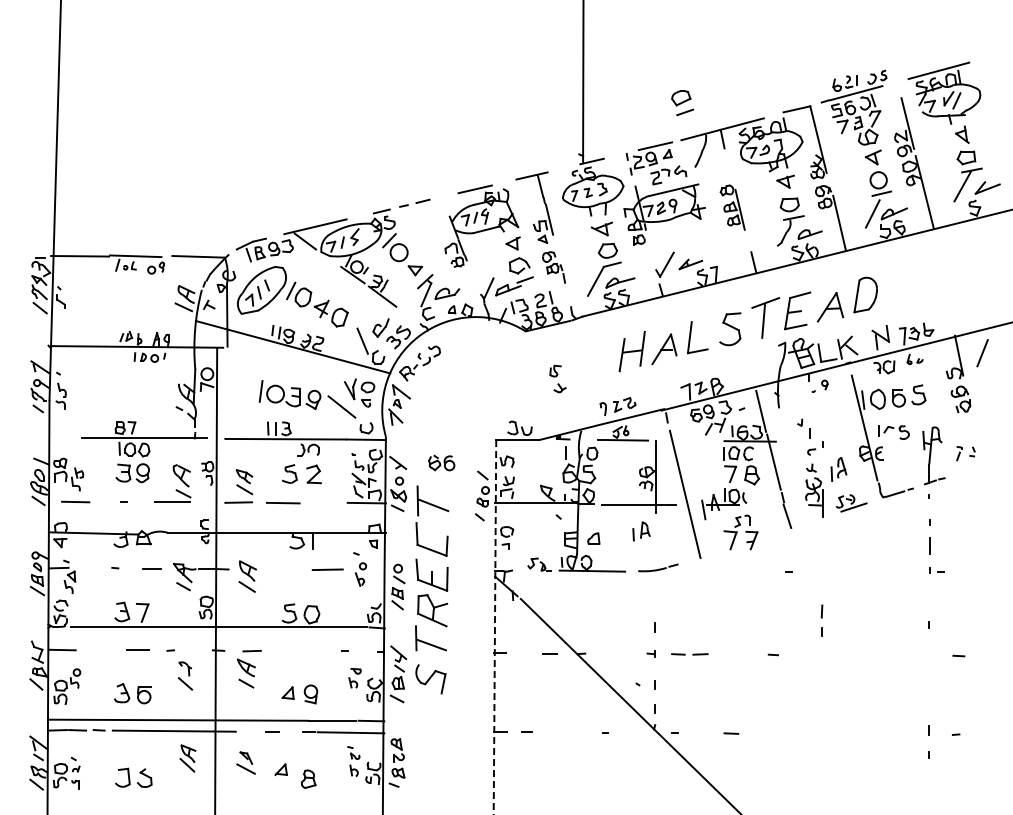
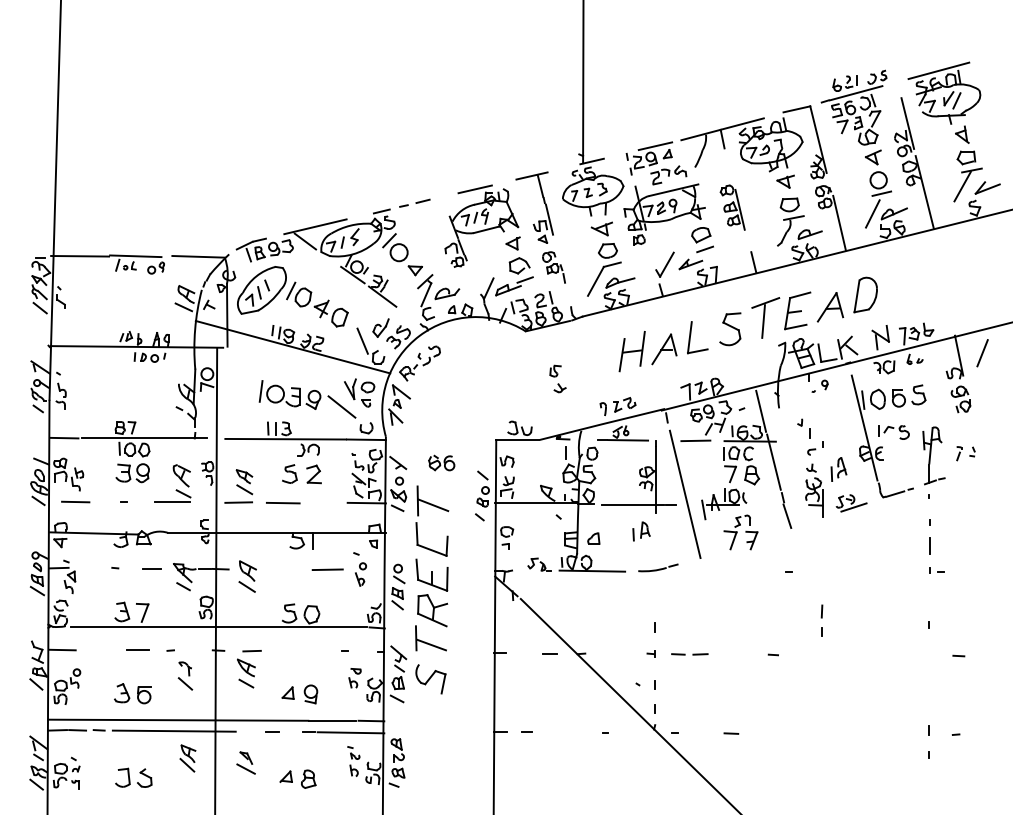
part at (682, 103) position: (682, 103) -> (702, 240)
line at (64, 437): none -> present
line at (695, 440): none -> present
line at (494, 627): dashed -> solid
part at (280, 769) position: (280, 769) -> (285, 776)
